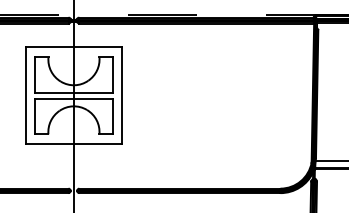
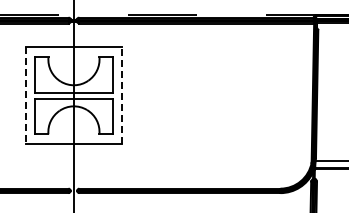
line at (122, 95): solid -> dashed
line at (25, 96): solid -> dashed
